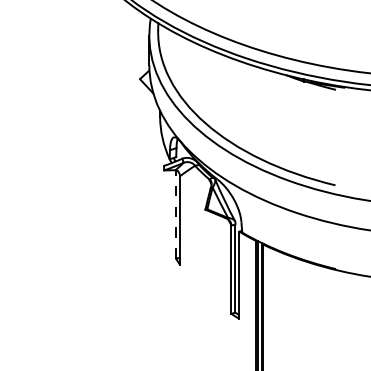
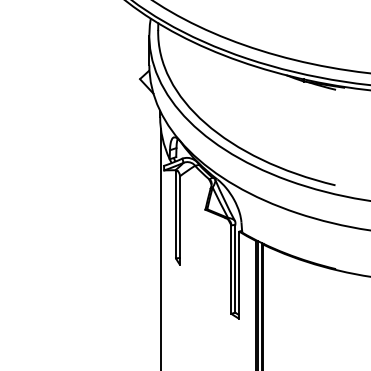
line at (175, 214): dashed -> solid
line at (160, 247): none -> present
